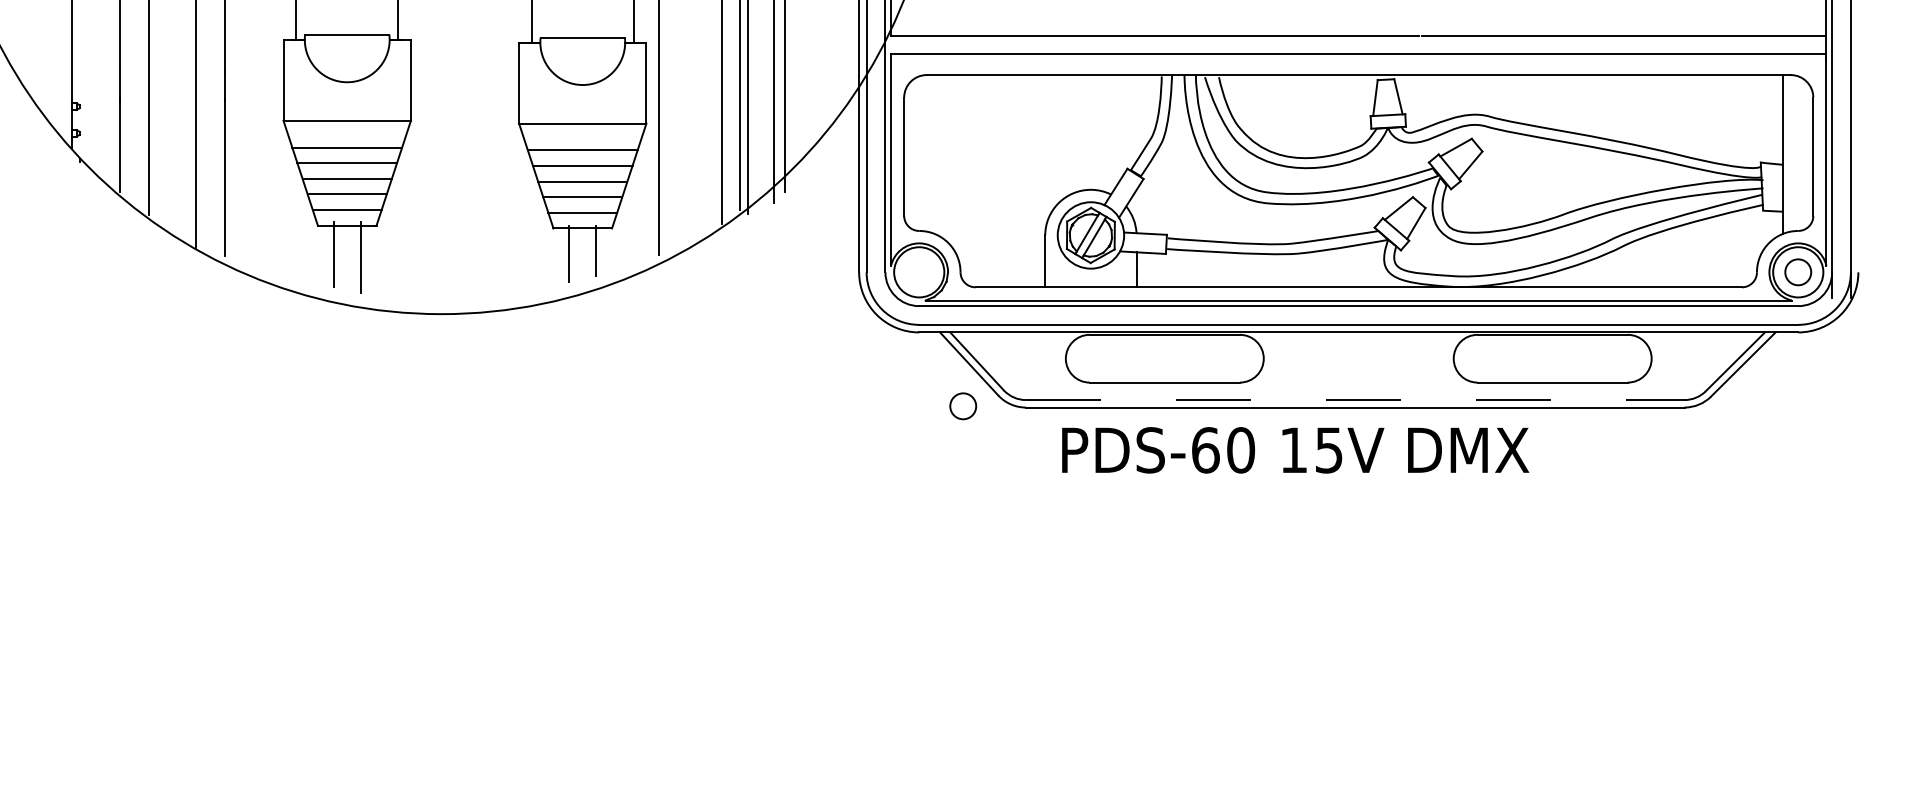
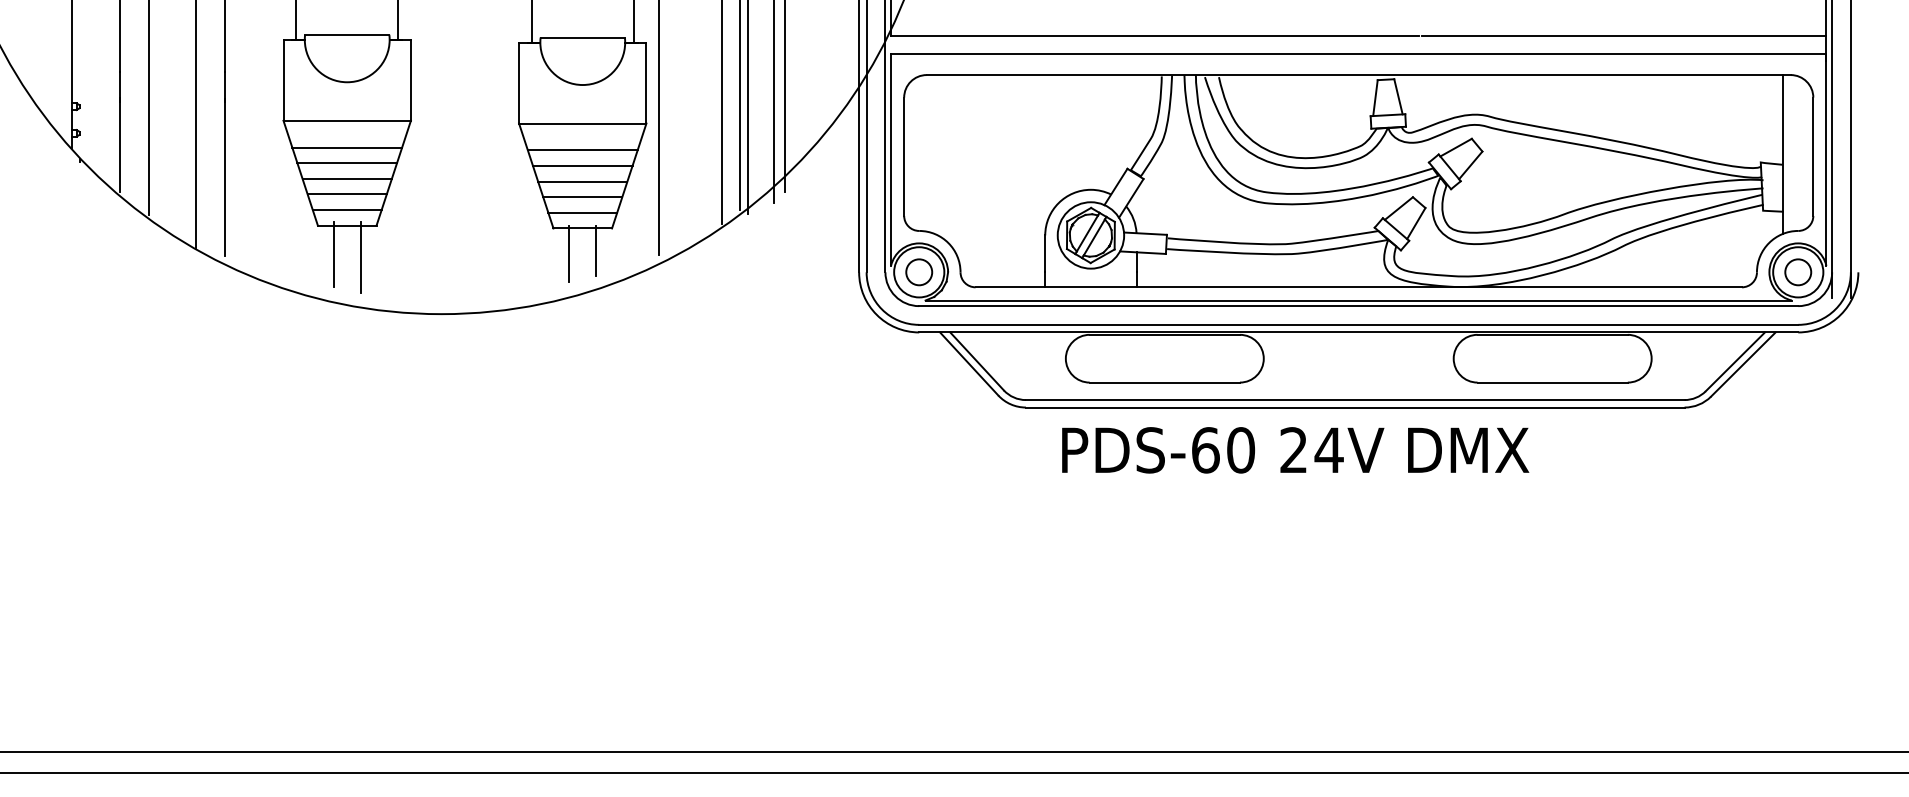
line at (1355, 400): dashed -> solid
circle at (963, 406) position: (963, 406) -> (919, 272)
text at (1311, 450): 15V -> 24V
line at (953, 752): none -> present
line at (953, 773): none -> present
